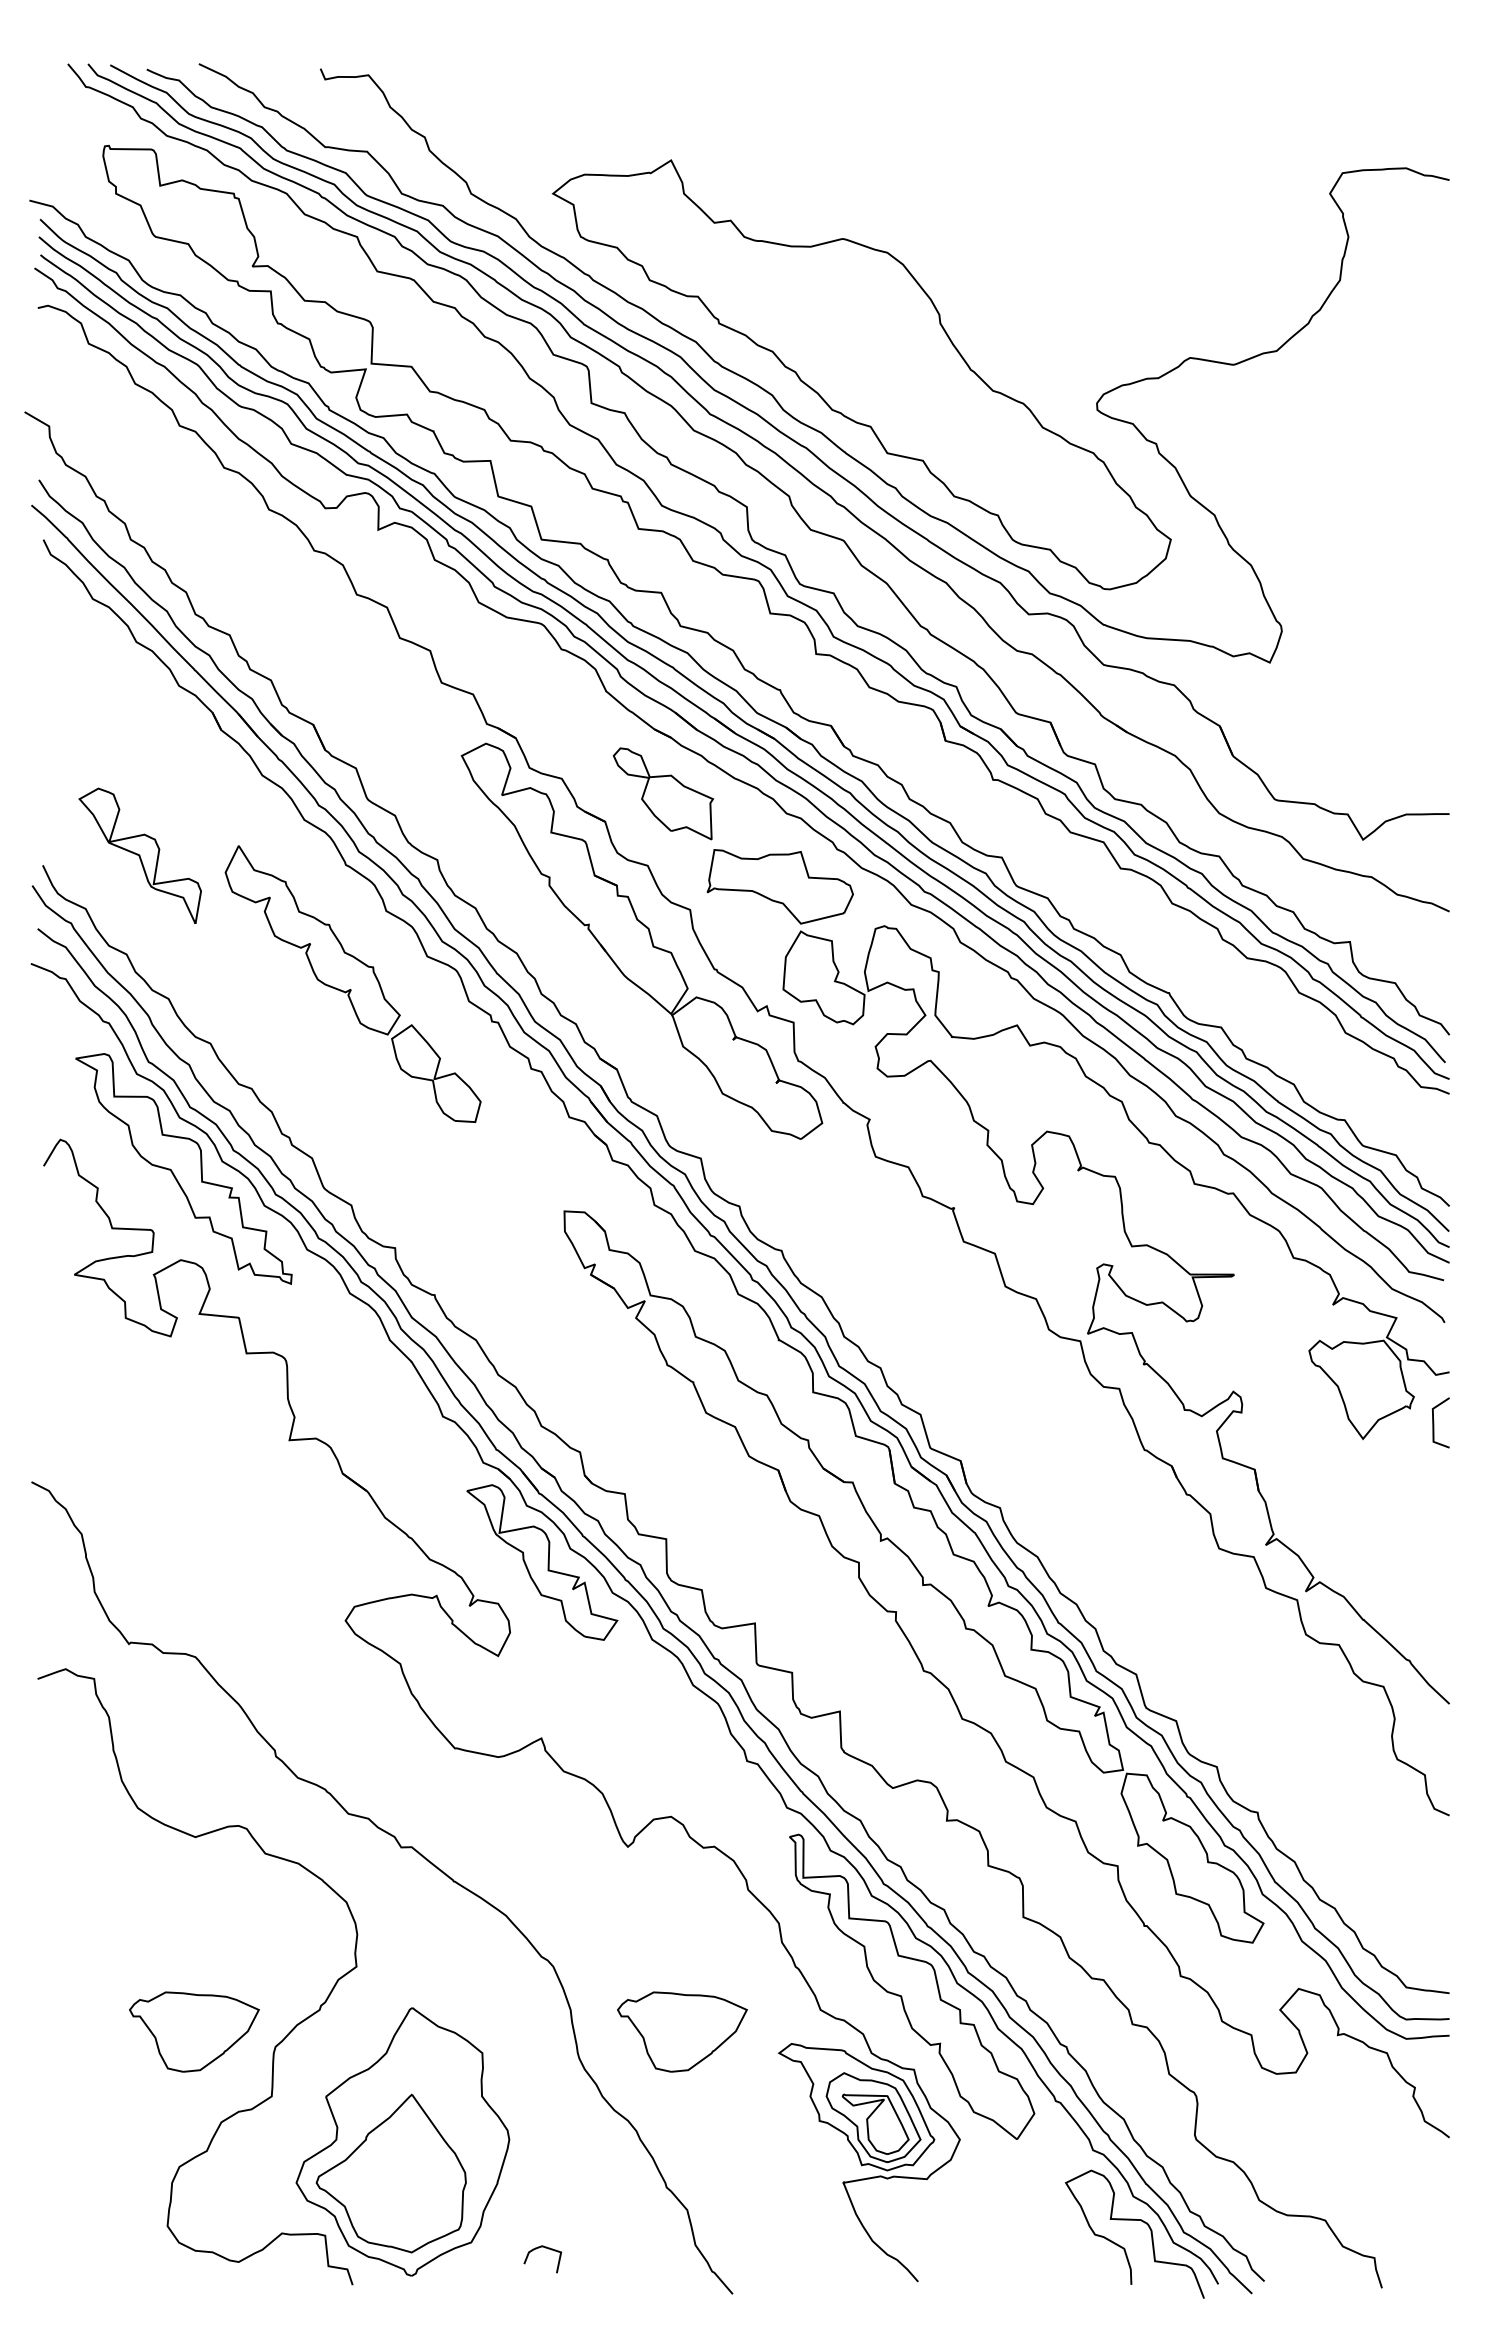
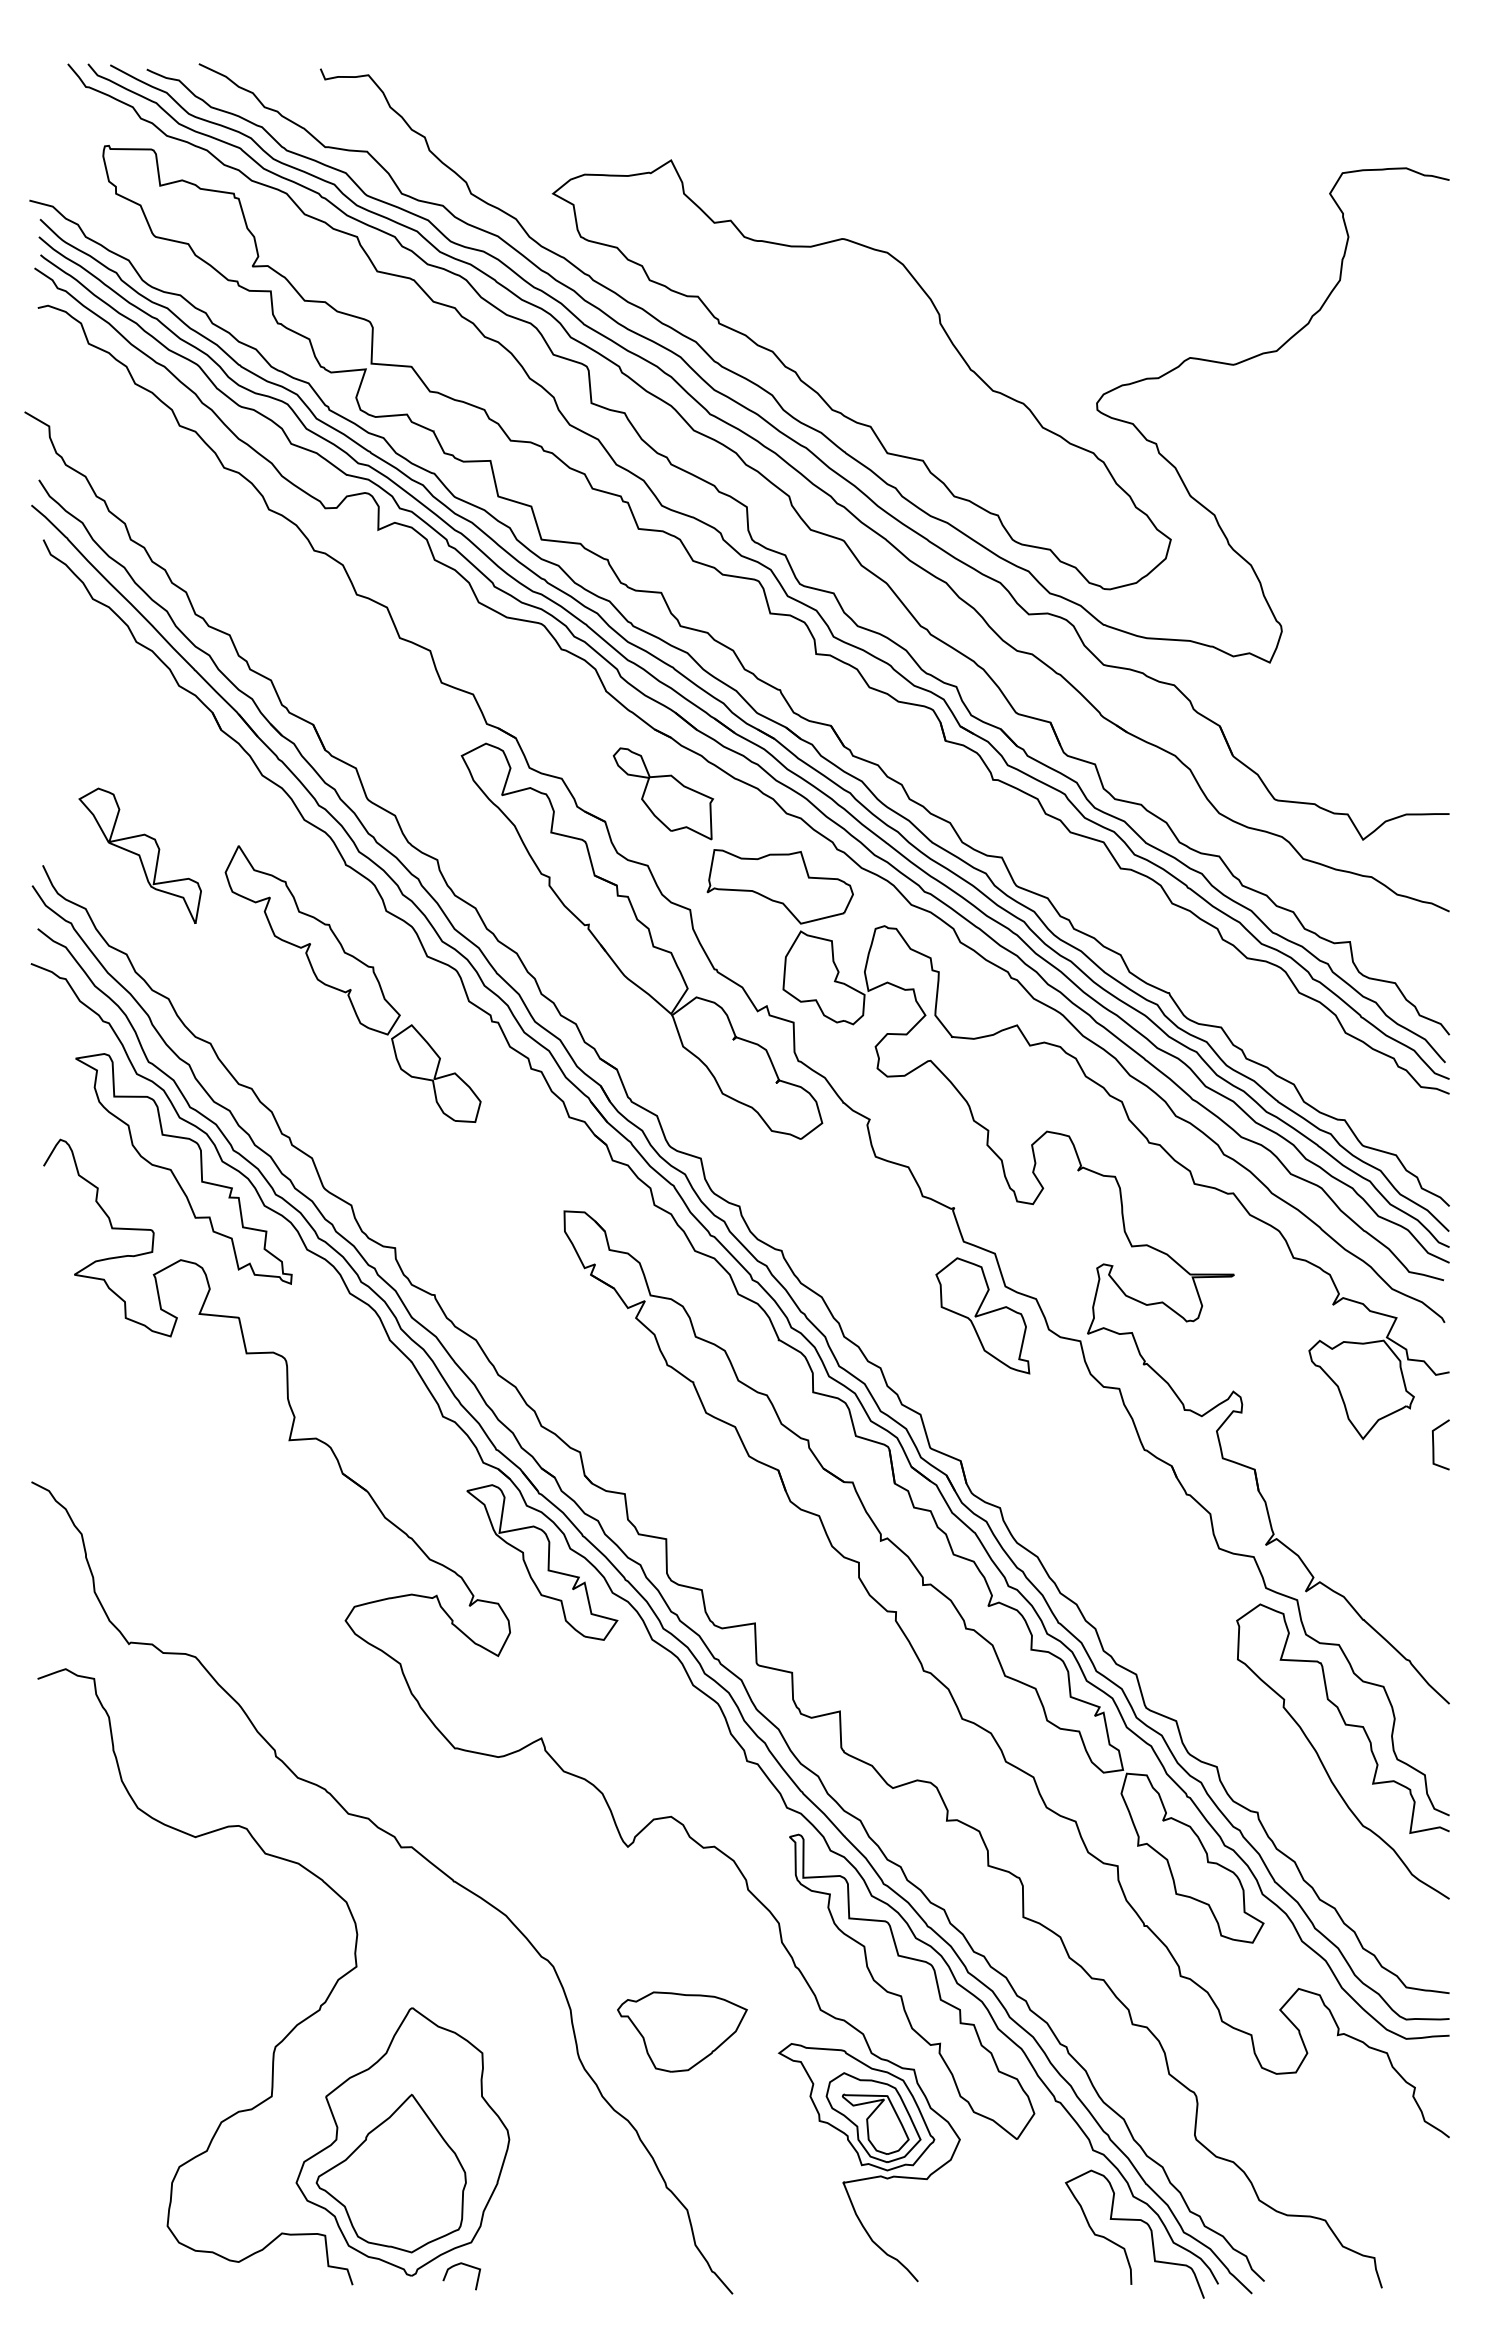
part at (982, 1315): none -> present
line at (1434, 1422) position: (1434, 1422) -> (1434, 1444)
curve at (1322, 1761): none -> present
part at (194, 2031): present -> none
curve at (539, 2248) position: (539, 2248) -> (458, 2265)
